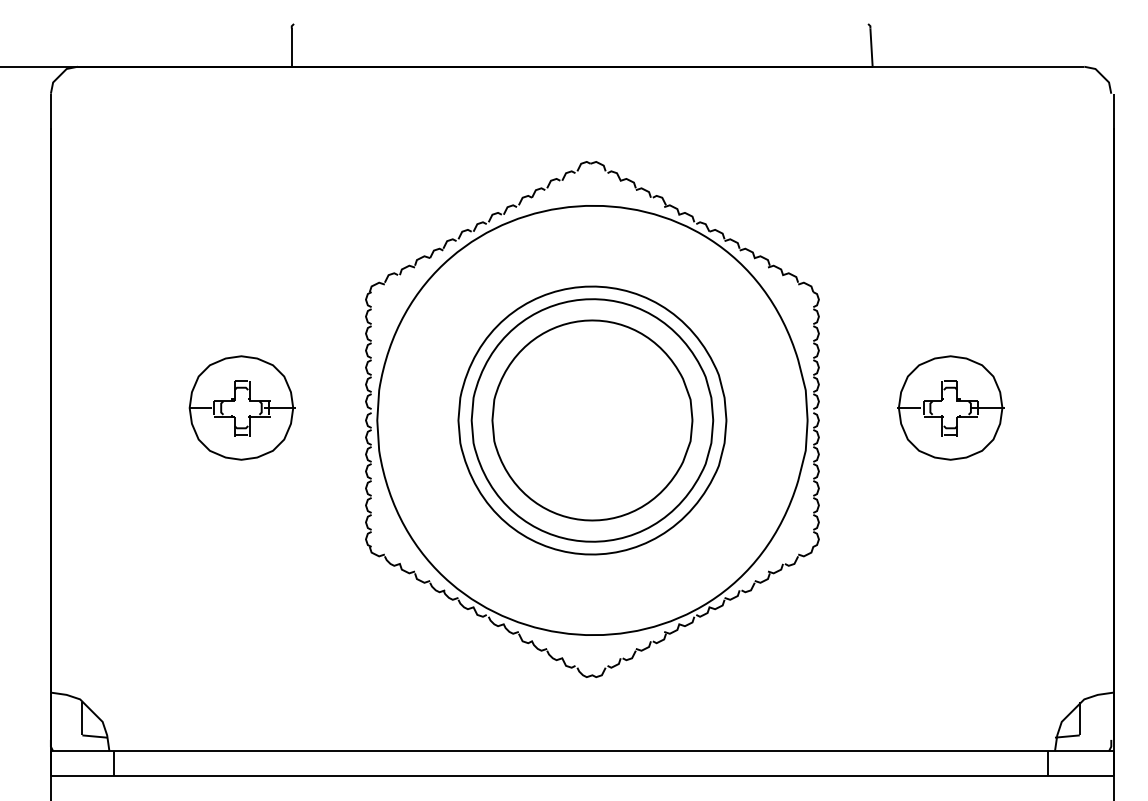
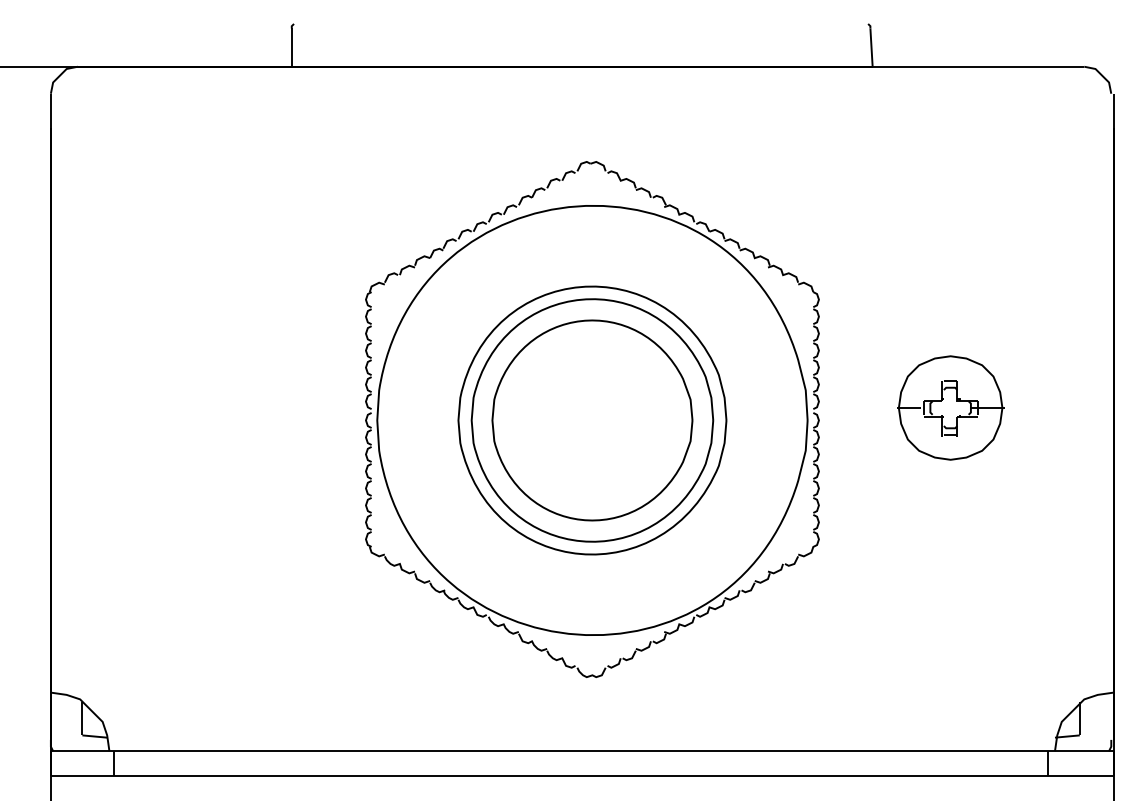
part at (241, 407): present -> none
